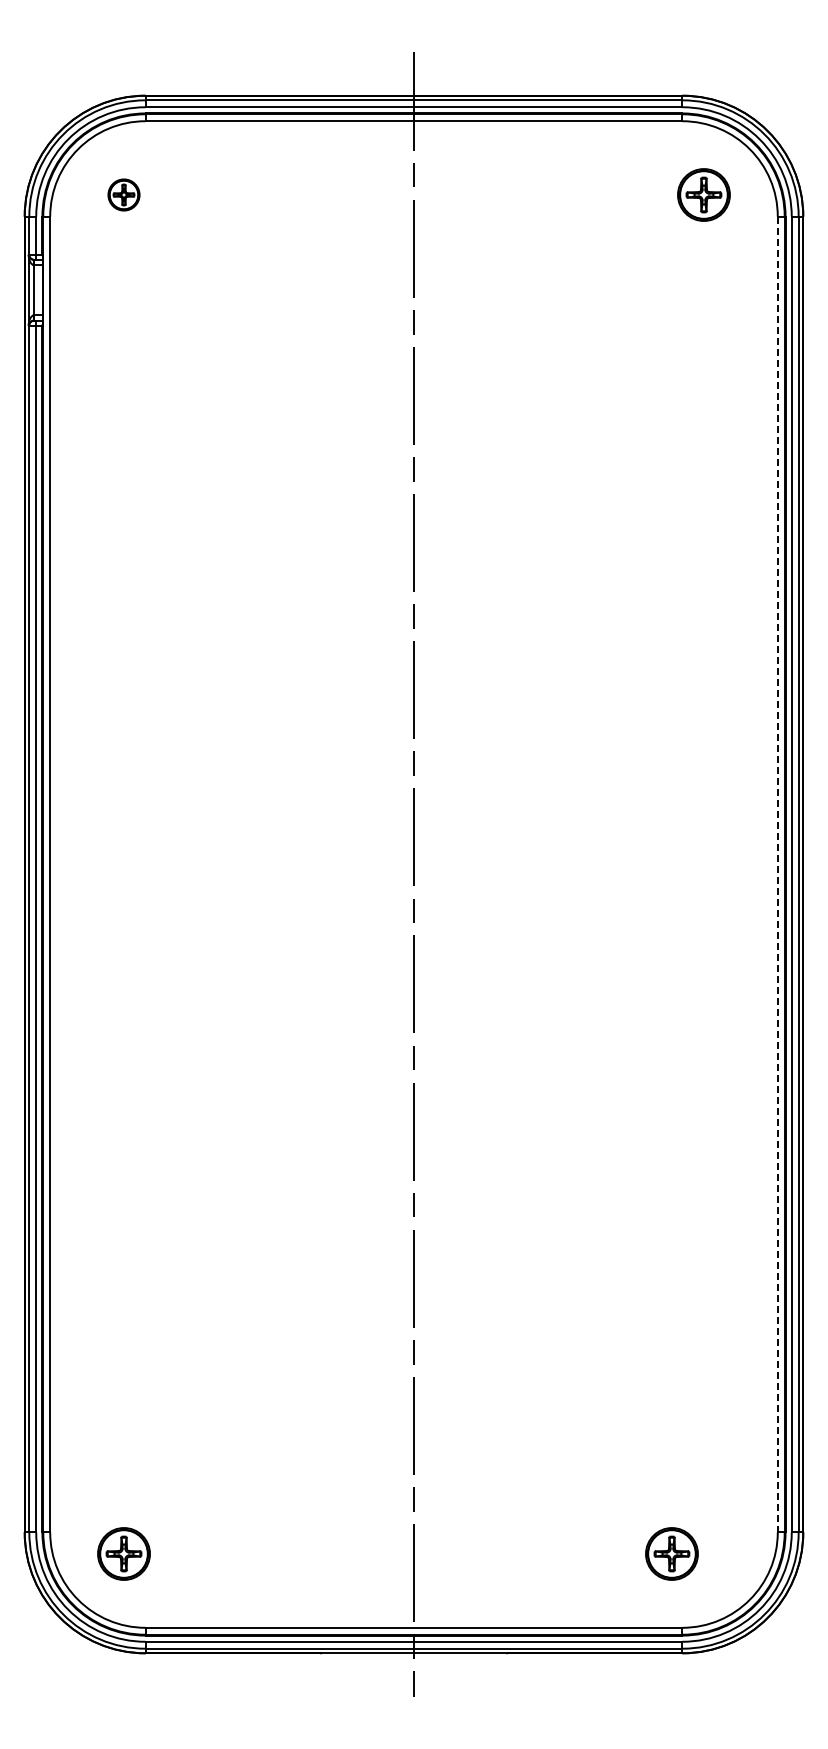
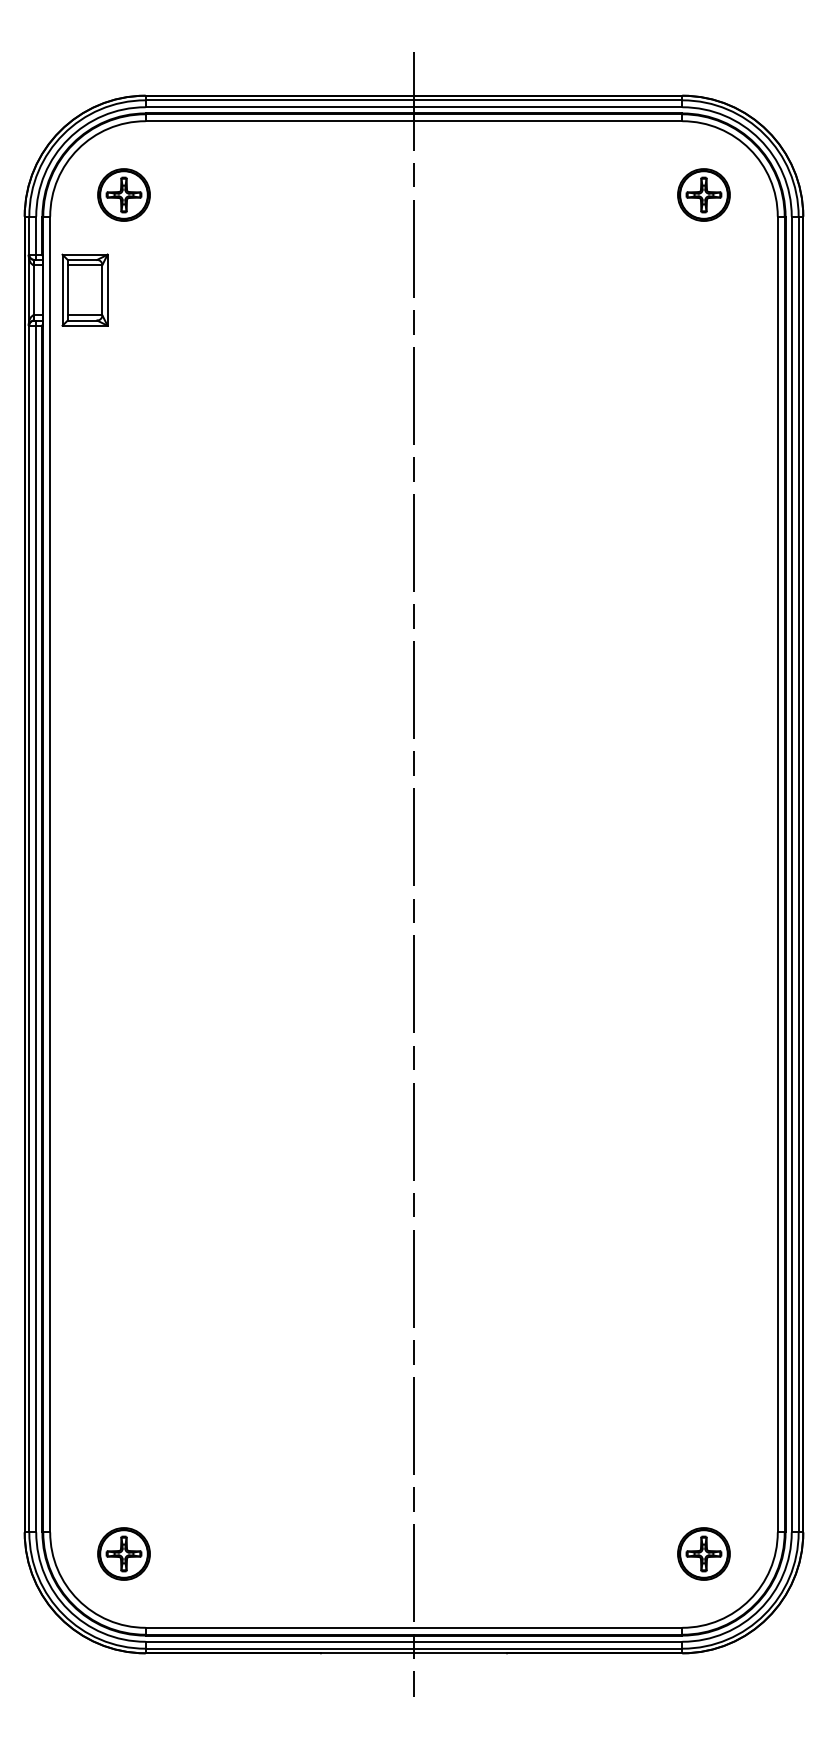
part at (123, 194) size: 34x34 px -> 54x54 px
part at (84, 289): none -> present
line at (777, 874): dashed -> solid
part at (671, 1553) position: (671, 1553) -> (703, 1553)
